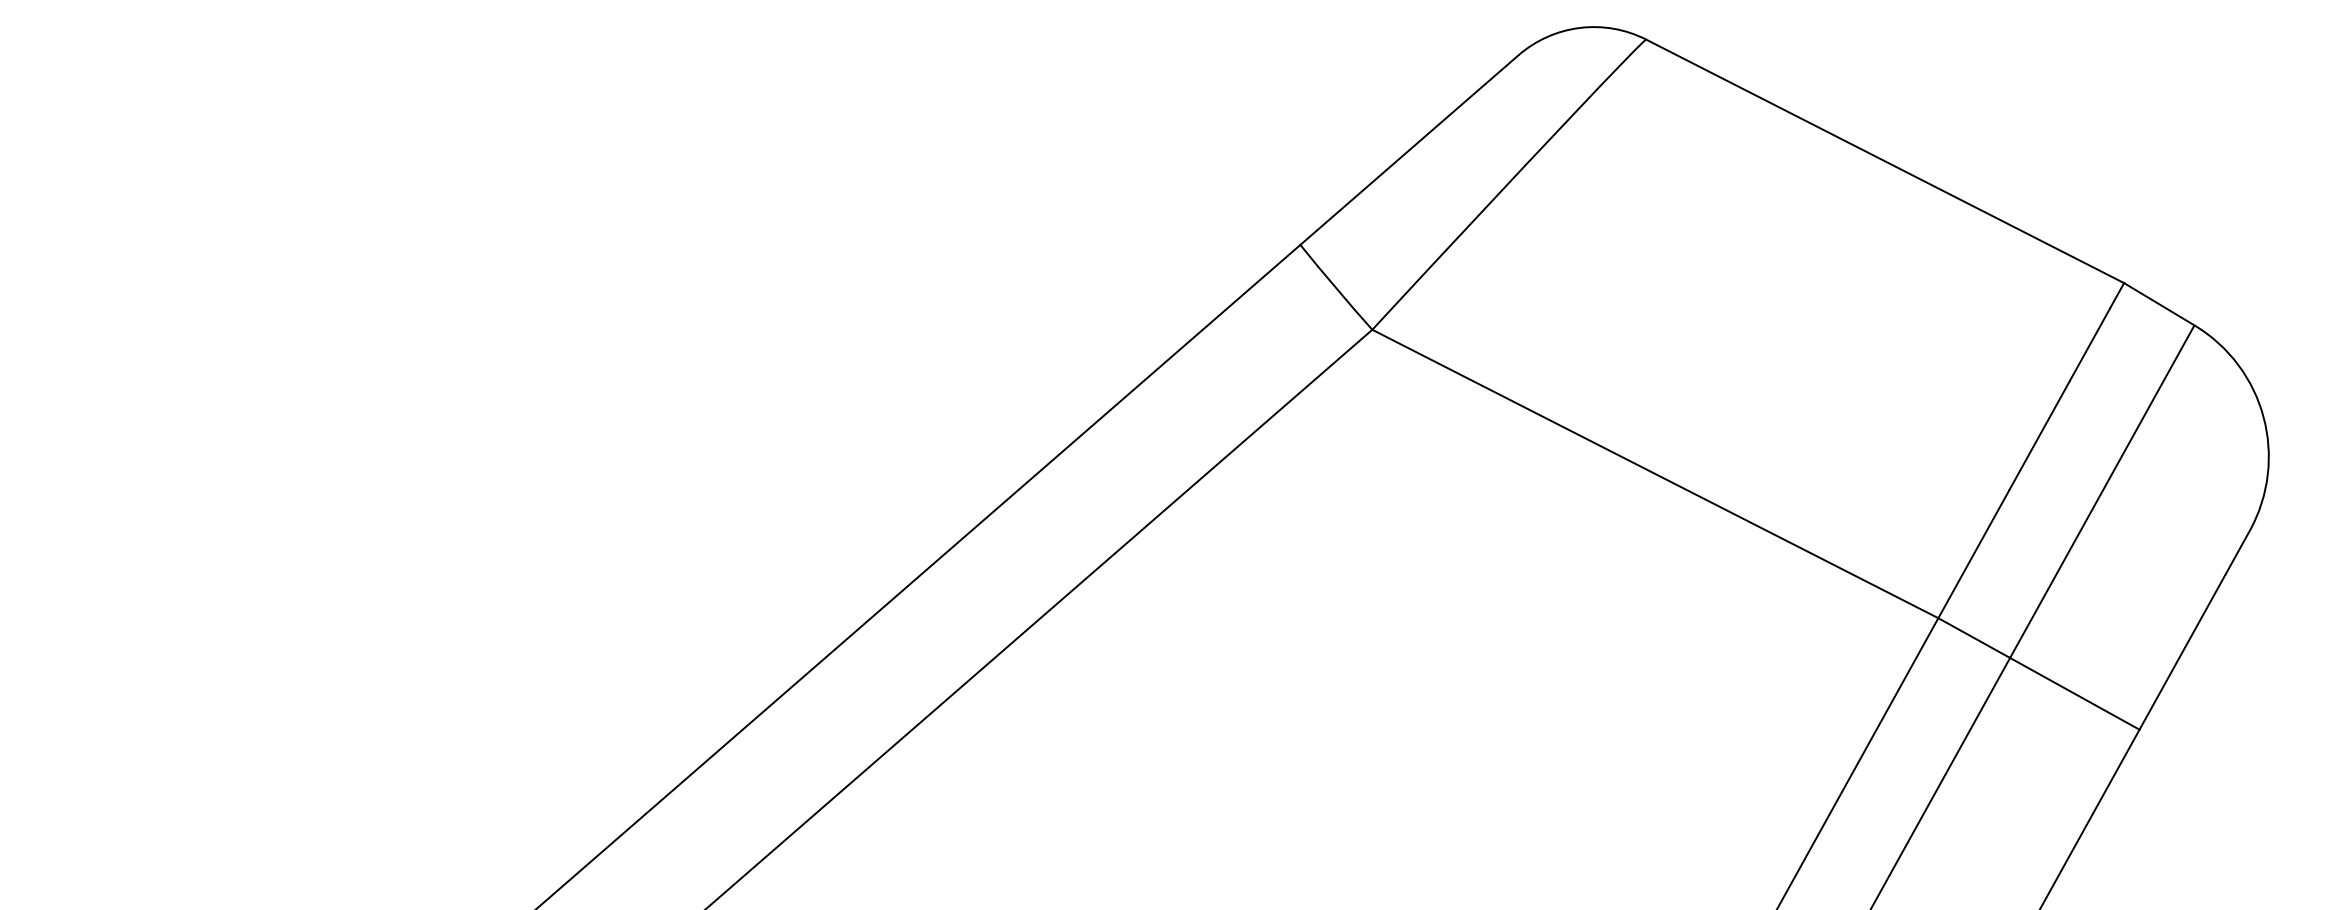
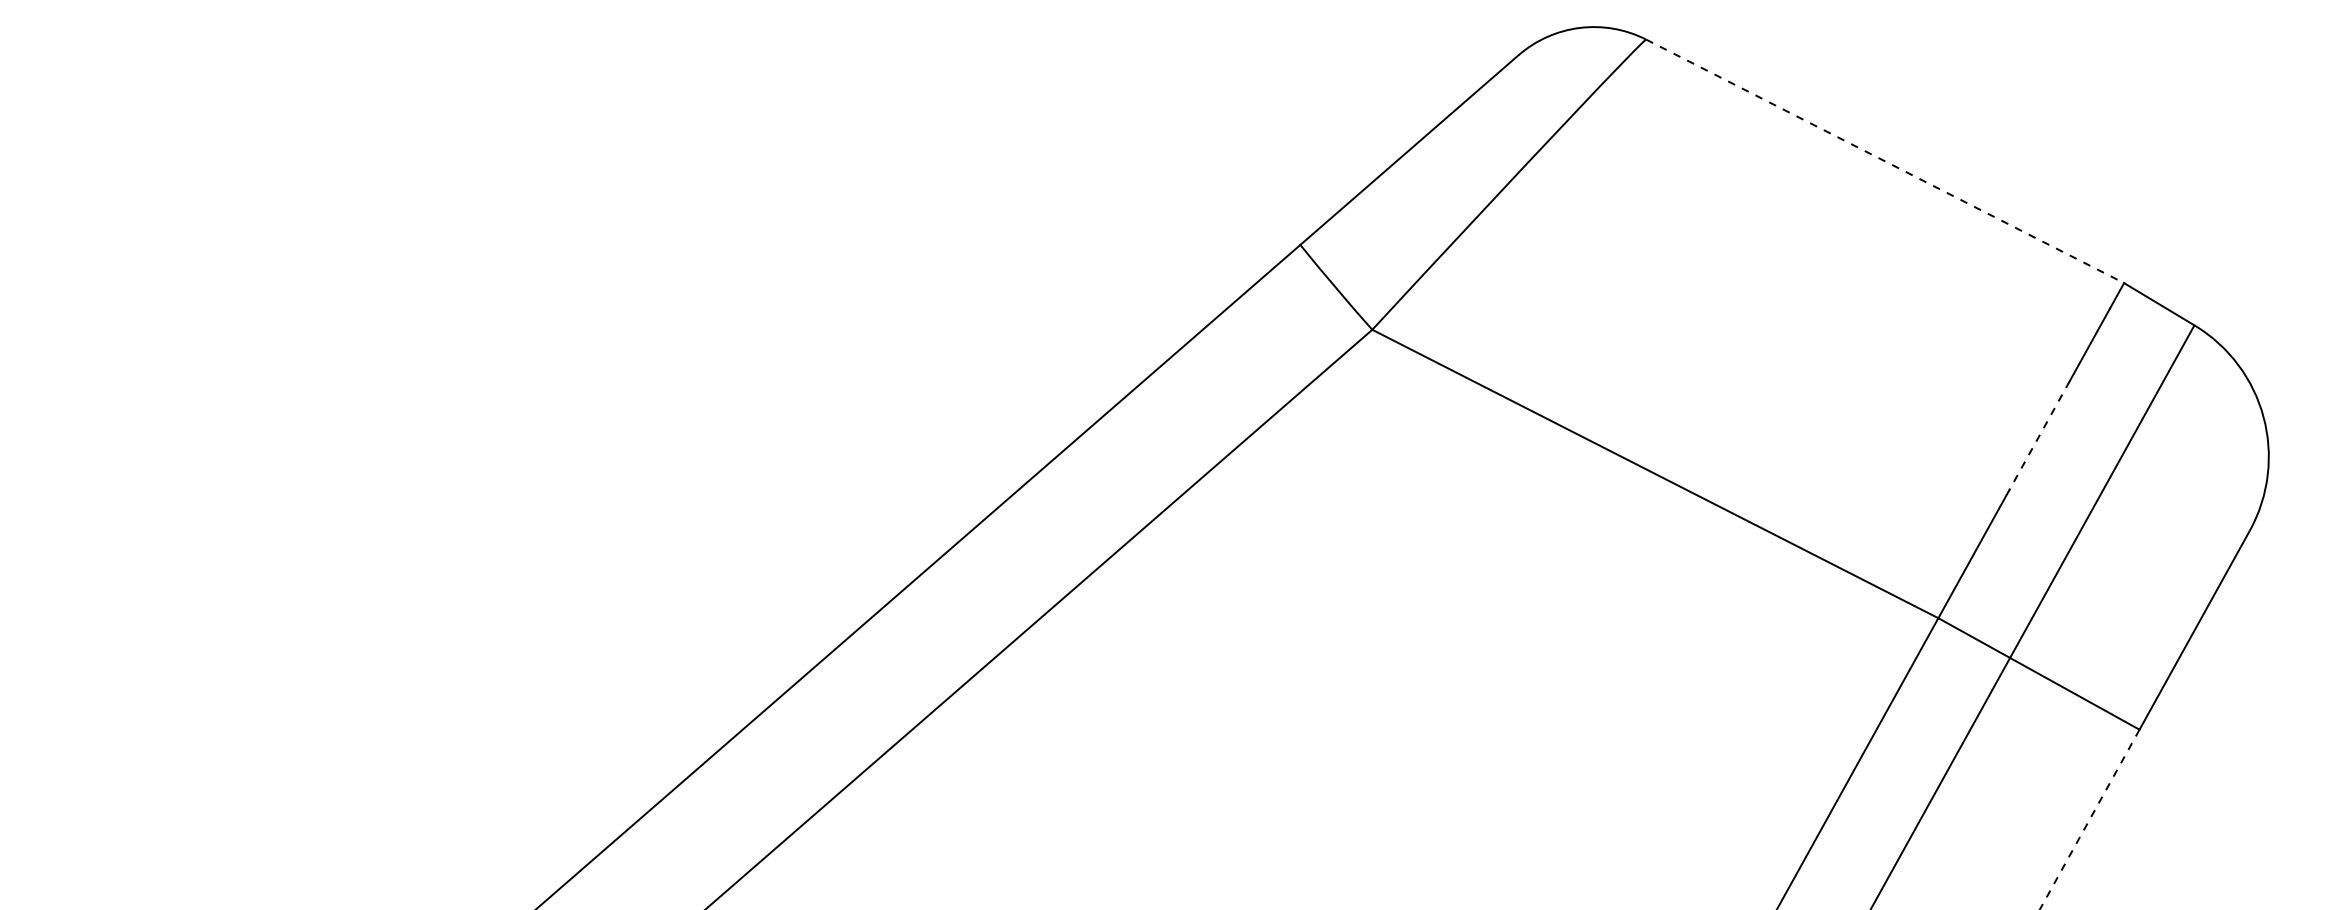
line at (1885, 161): solid -> dashed
line at (2039, 436): solid -> dashed
line at (2089, 819): solid -> dashed
